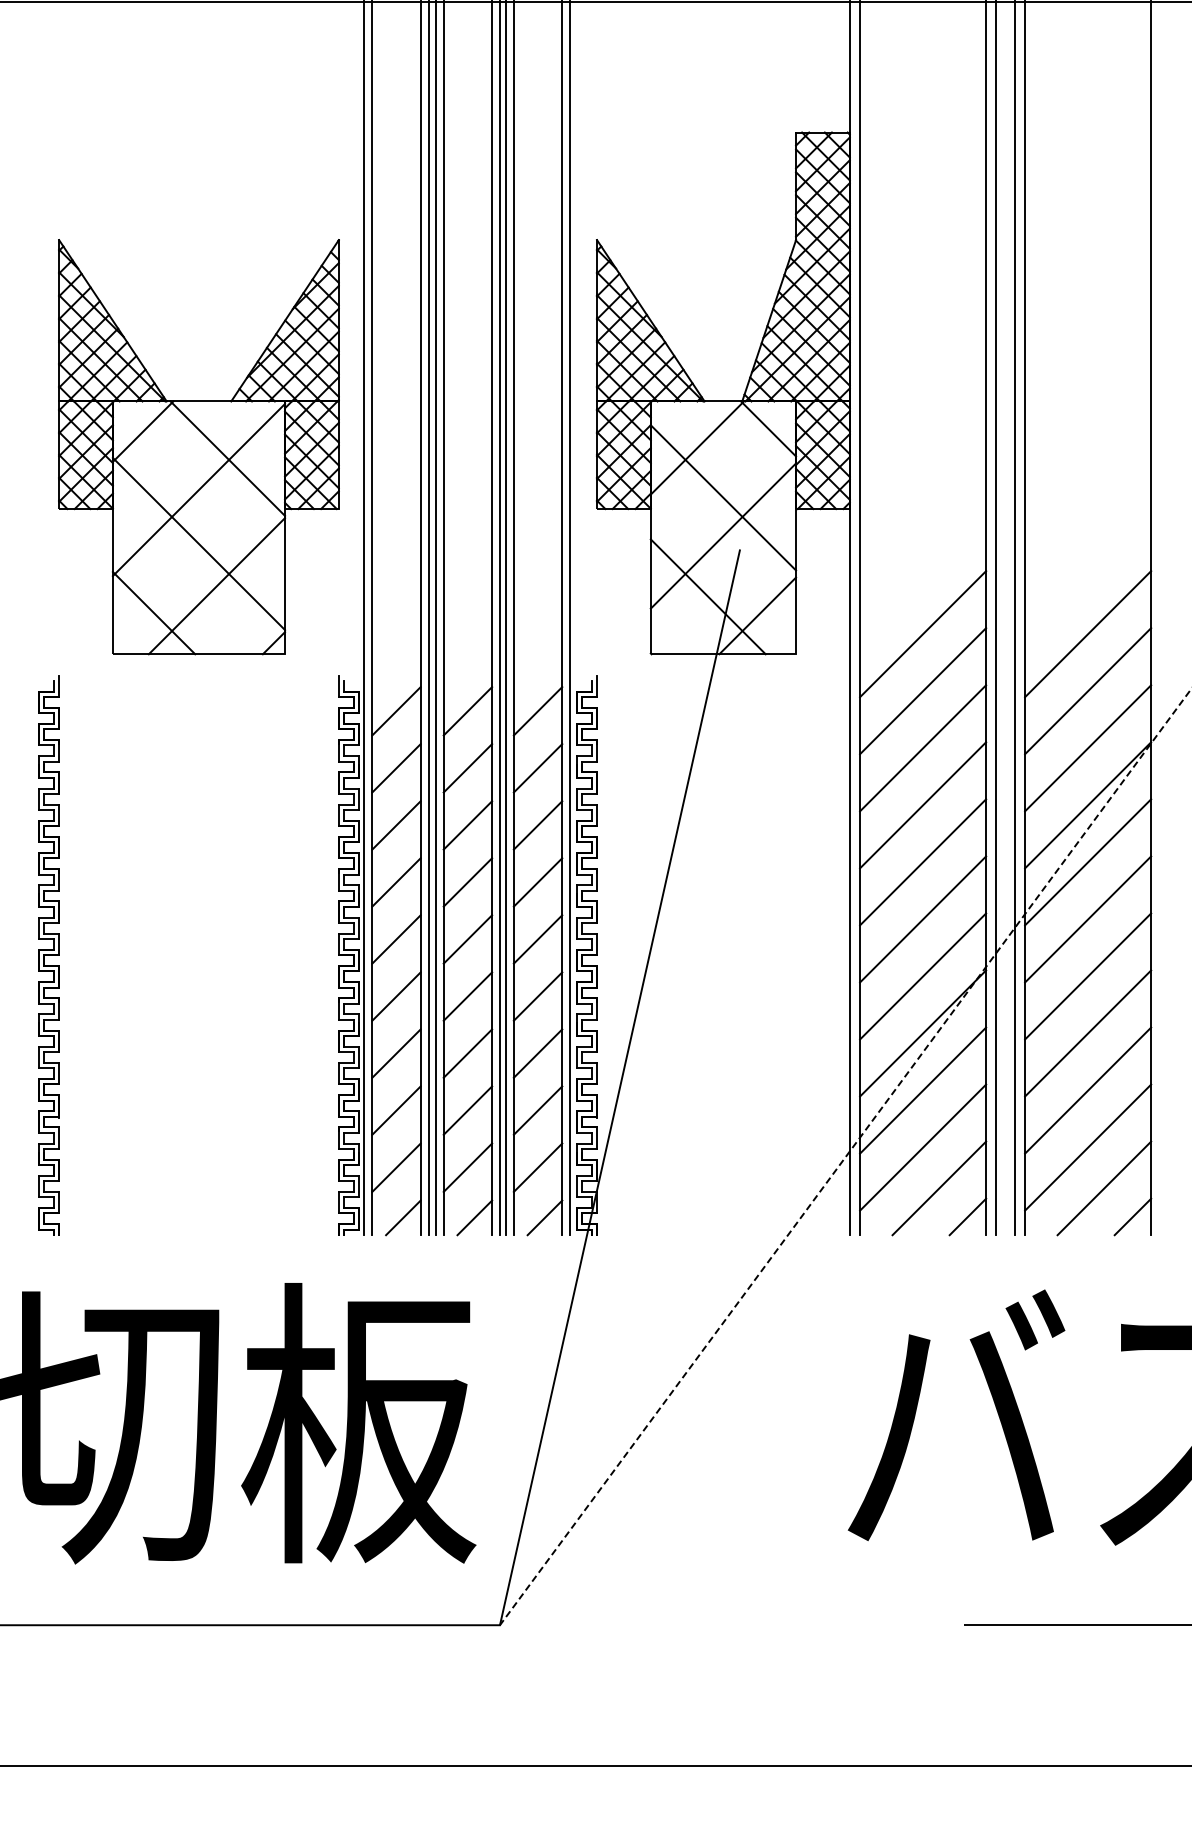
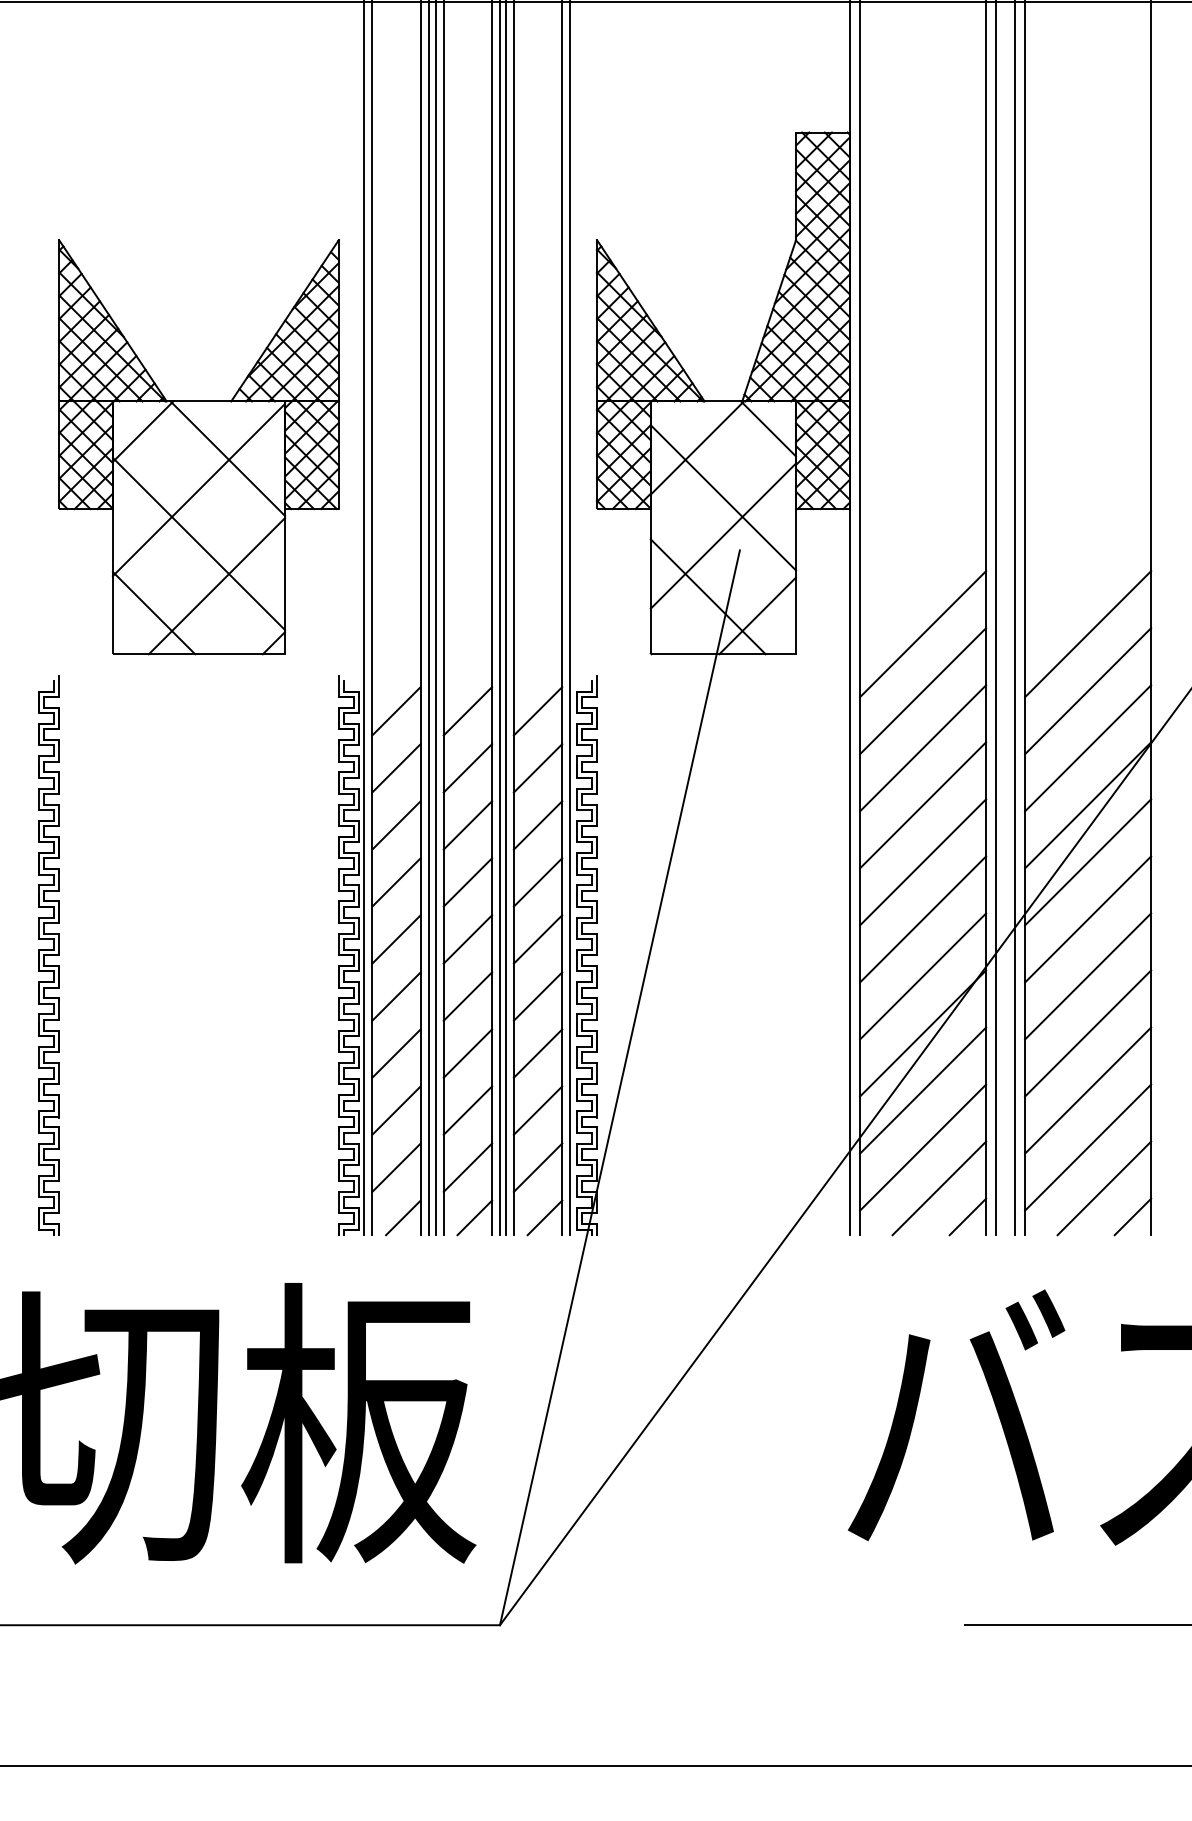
line at (845, 1157): dashed -> solid
